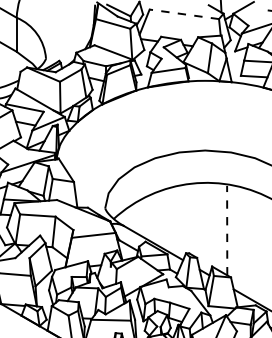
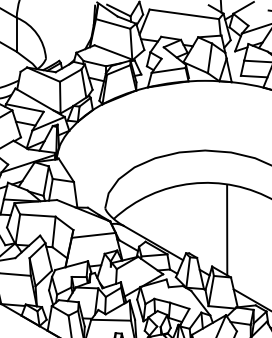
line at (183, 14): dashed -> solid
line at (227, 230): dashed -> solid
